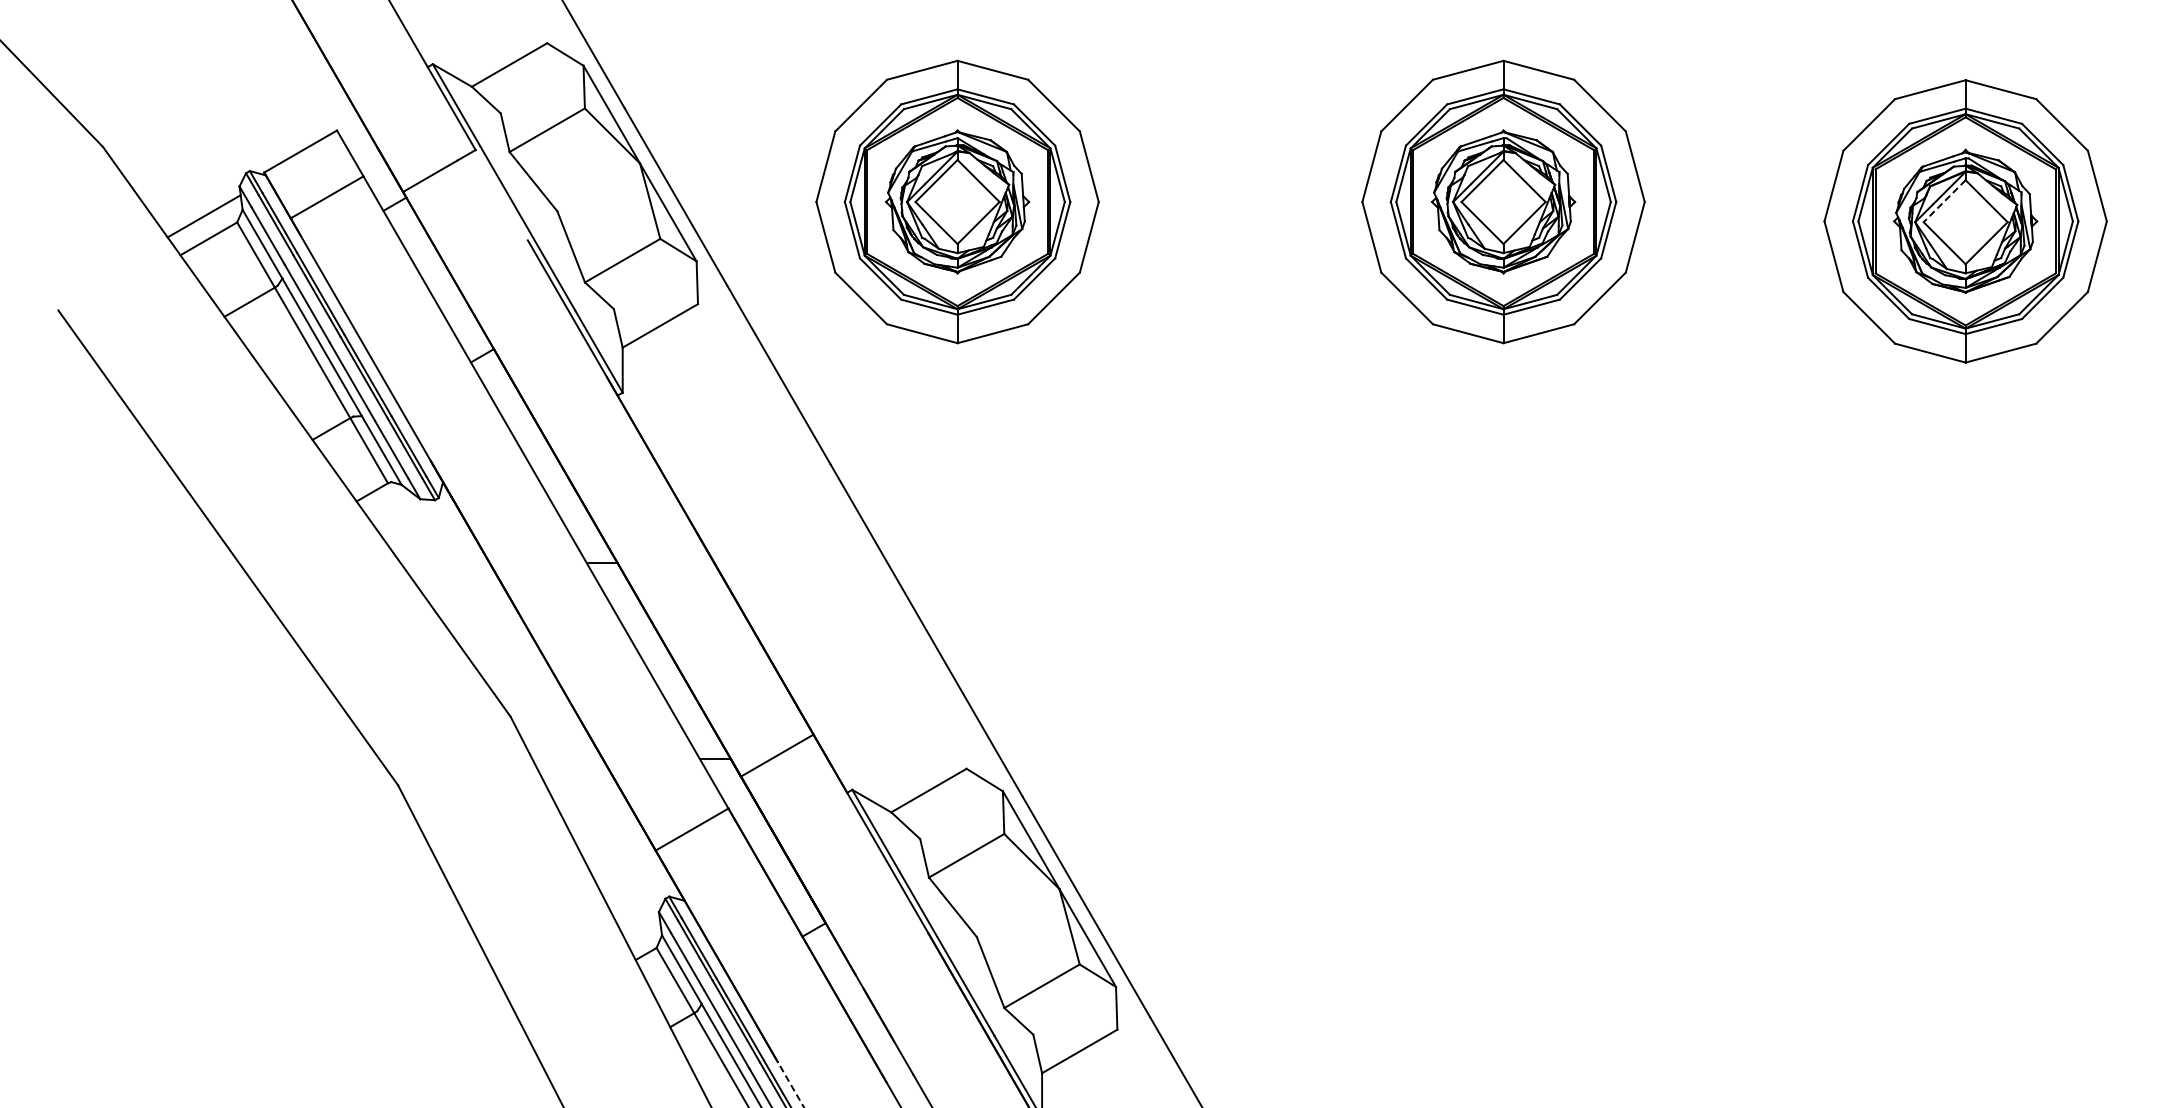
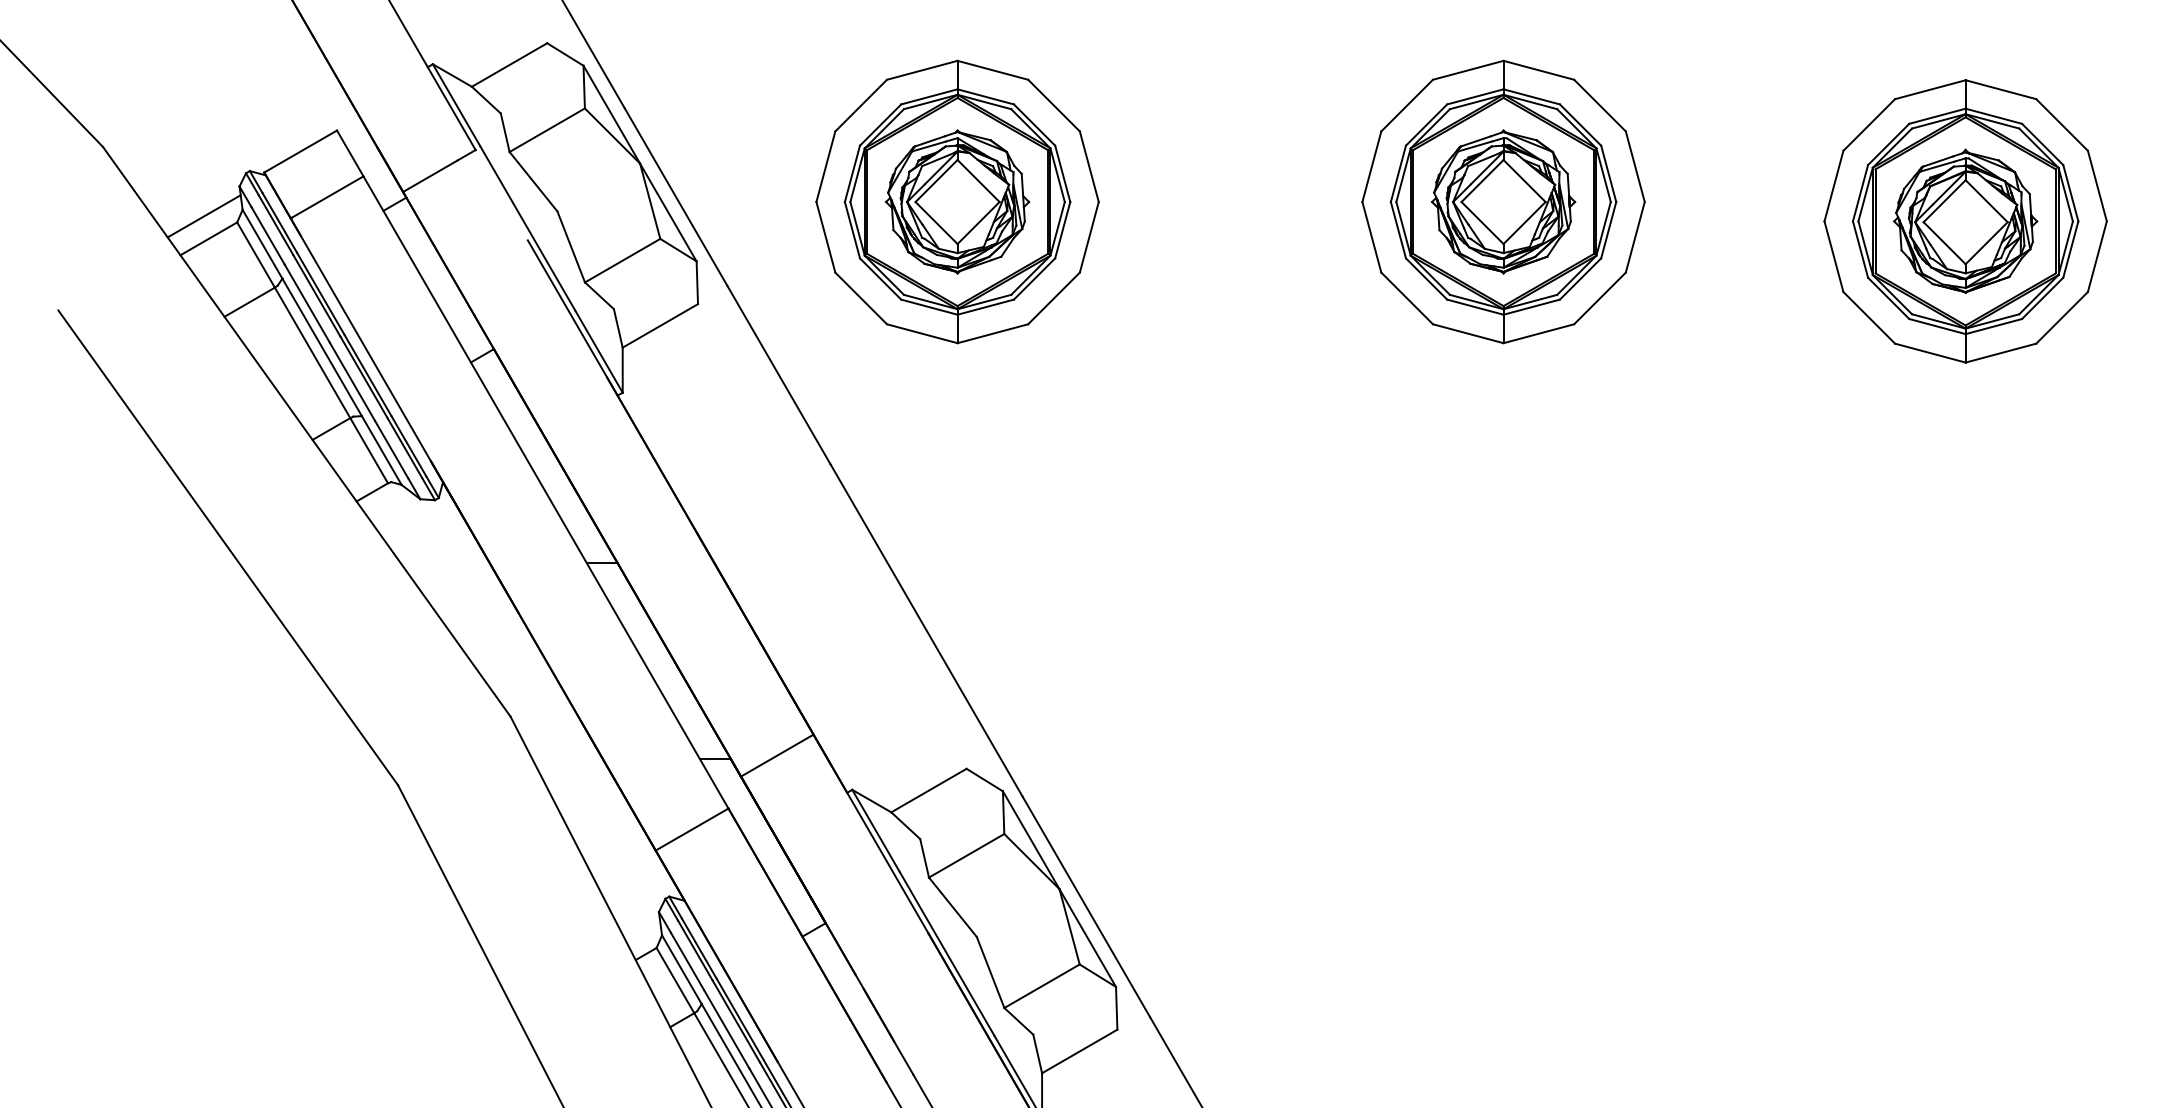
line at (1944, 201): dashed -> solid
line at (790, 1084): dashed -> solid
